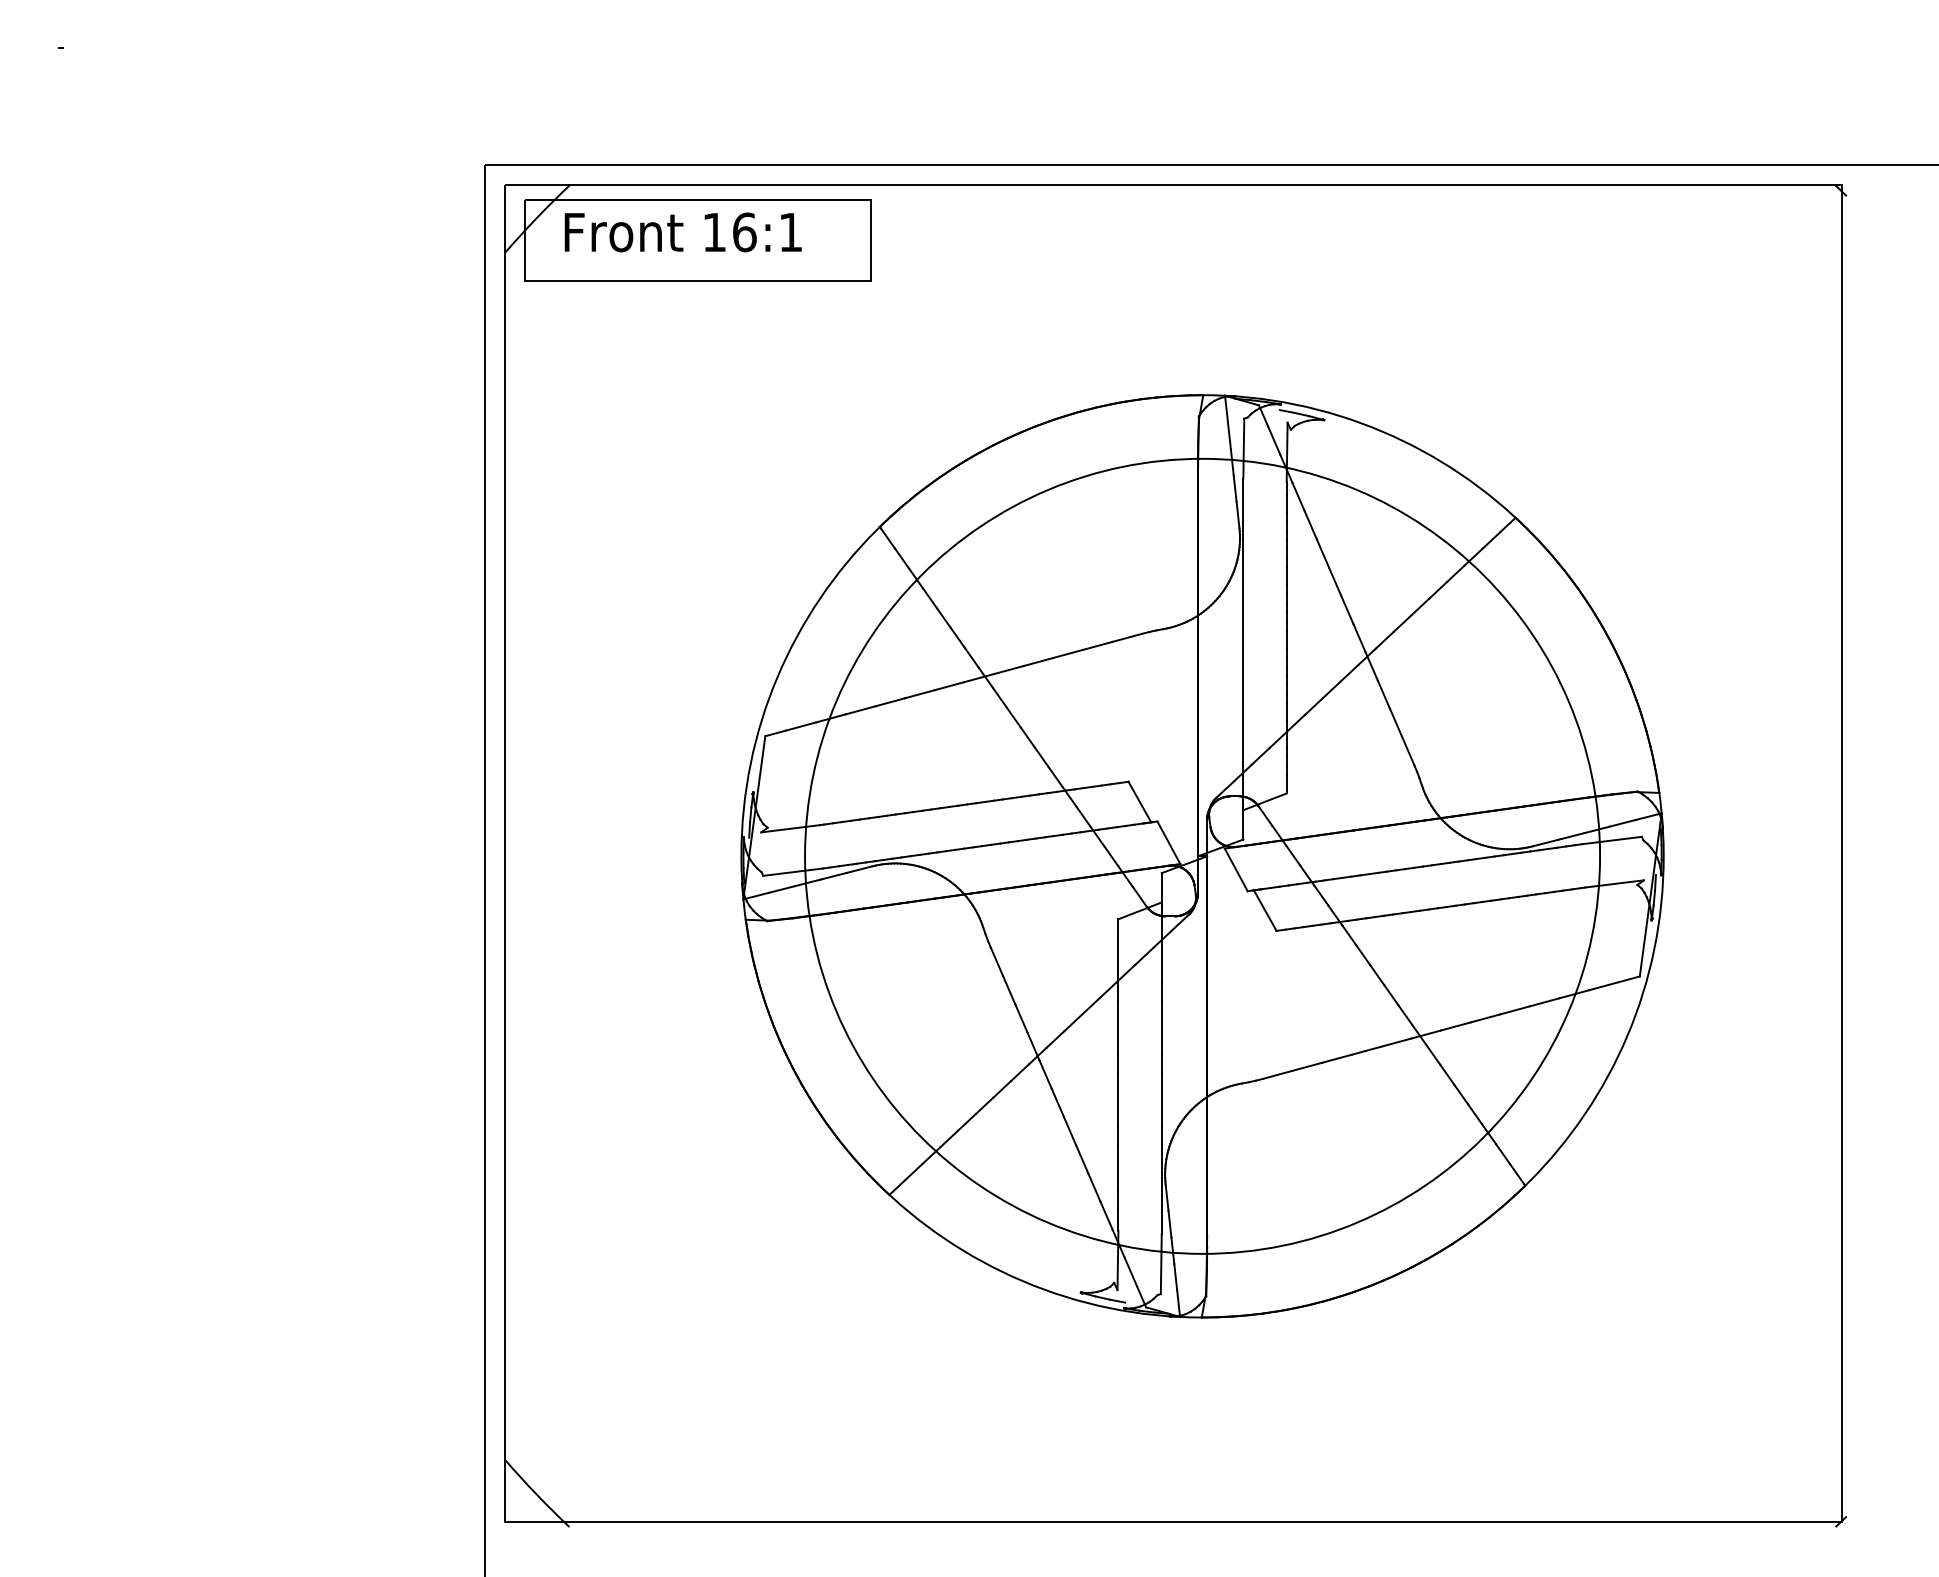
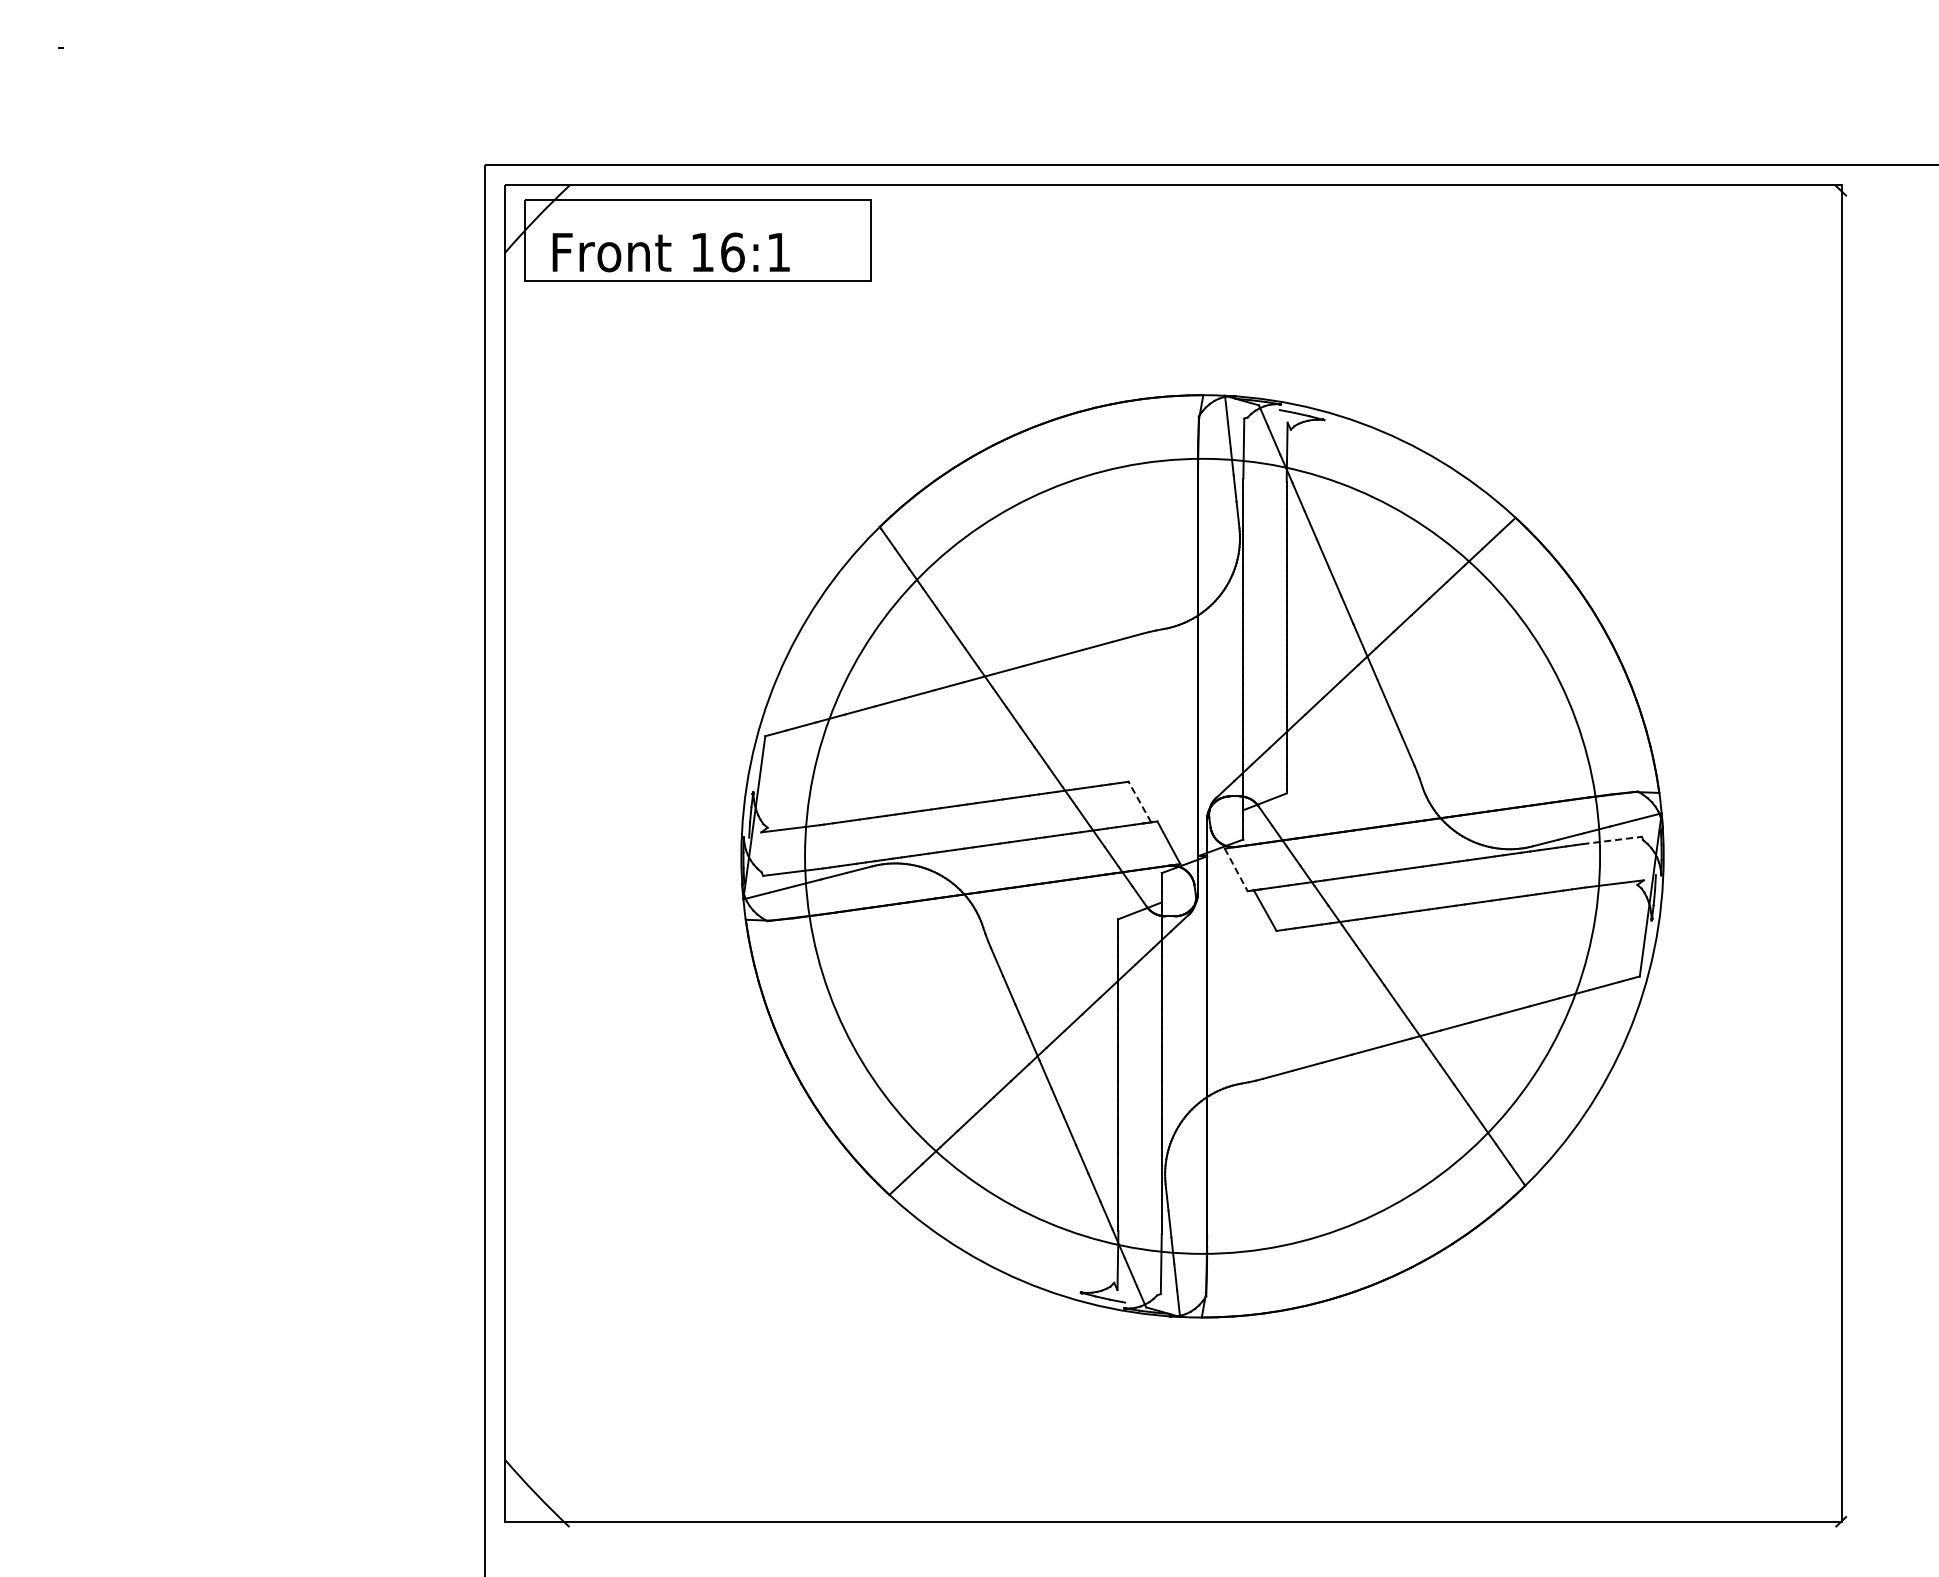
text at (682, 232) position: (682, 232) -> (670, 252)
line at (1139, 801): solid -> dashed
line at (1612, 840): solid -> dashed
line at (1236, 870): solid -> dashed
